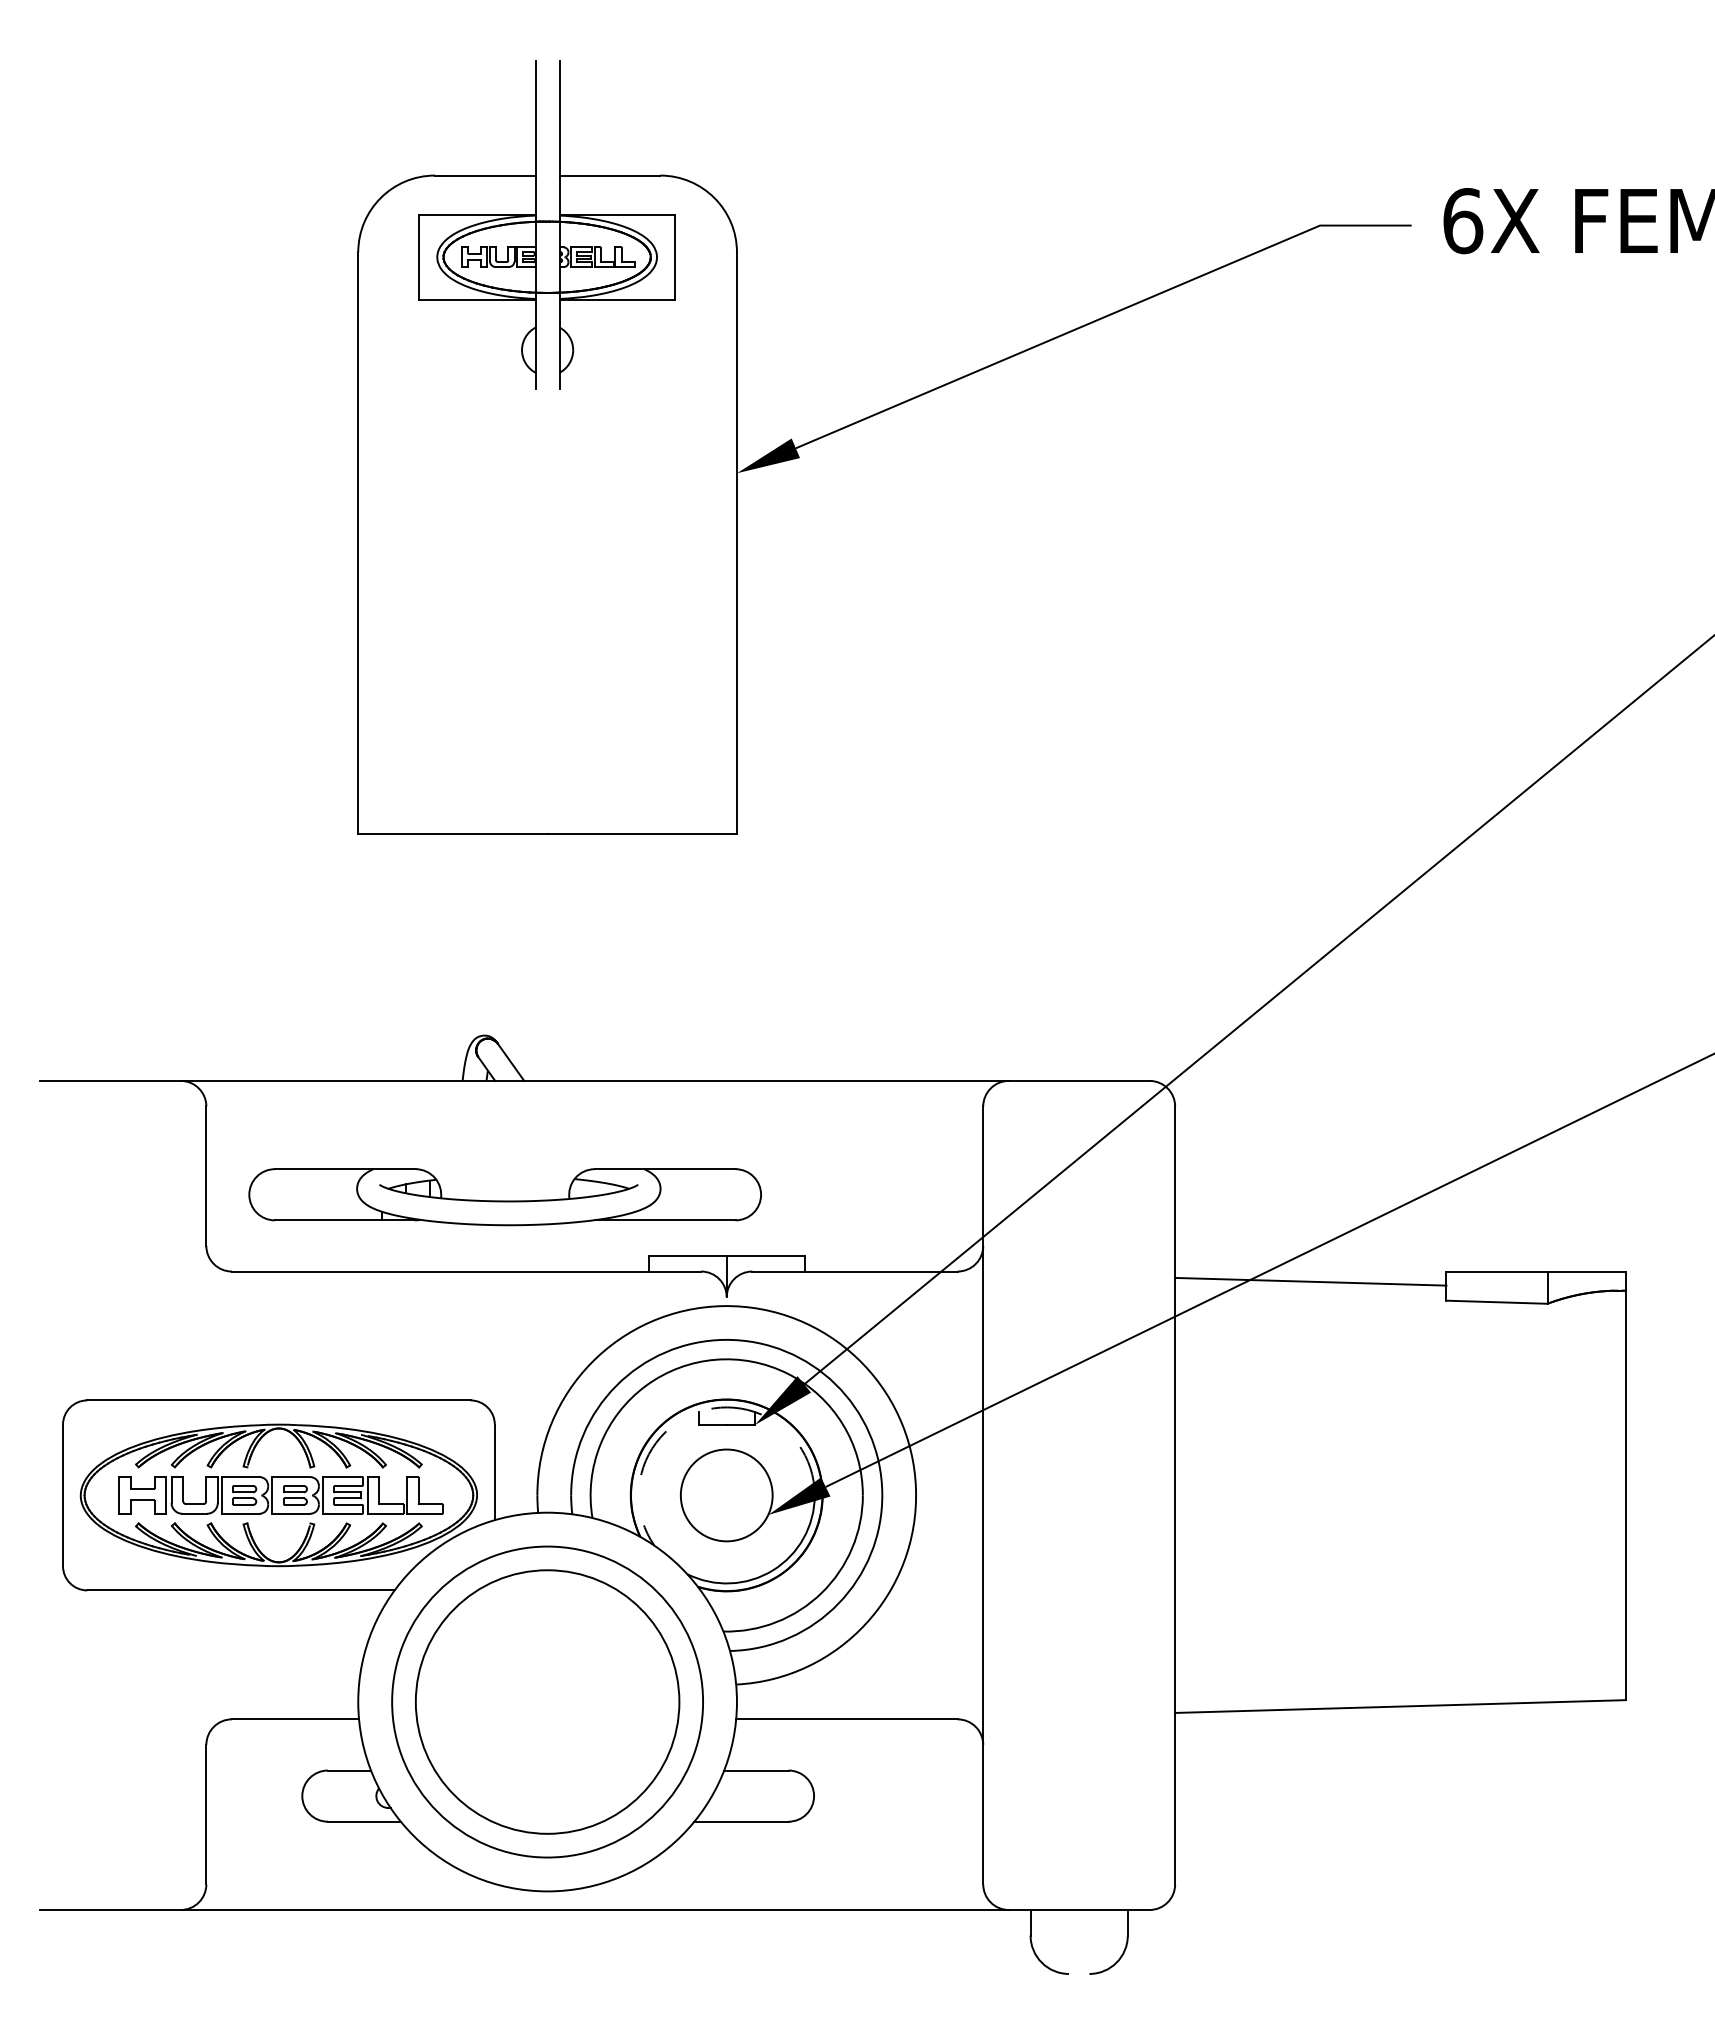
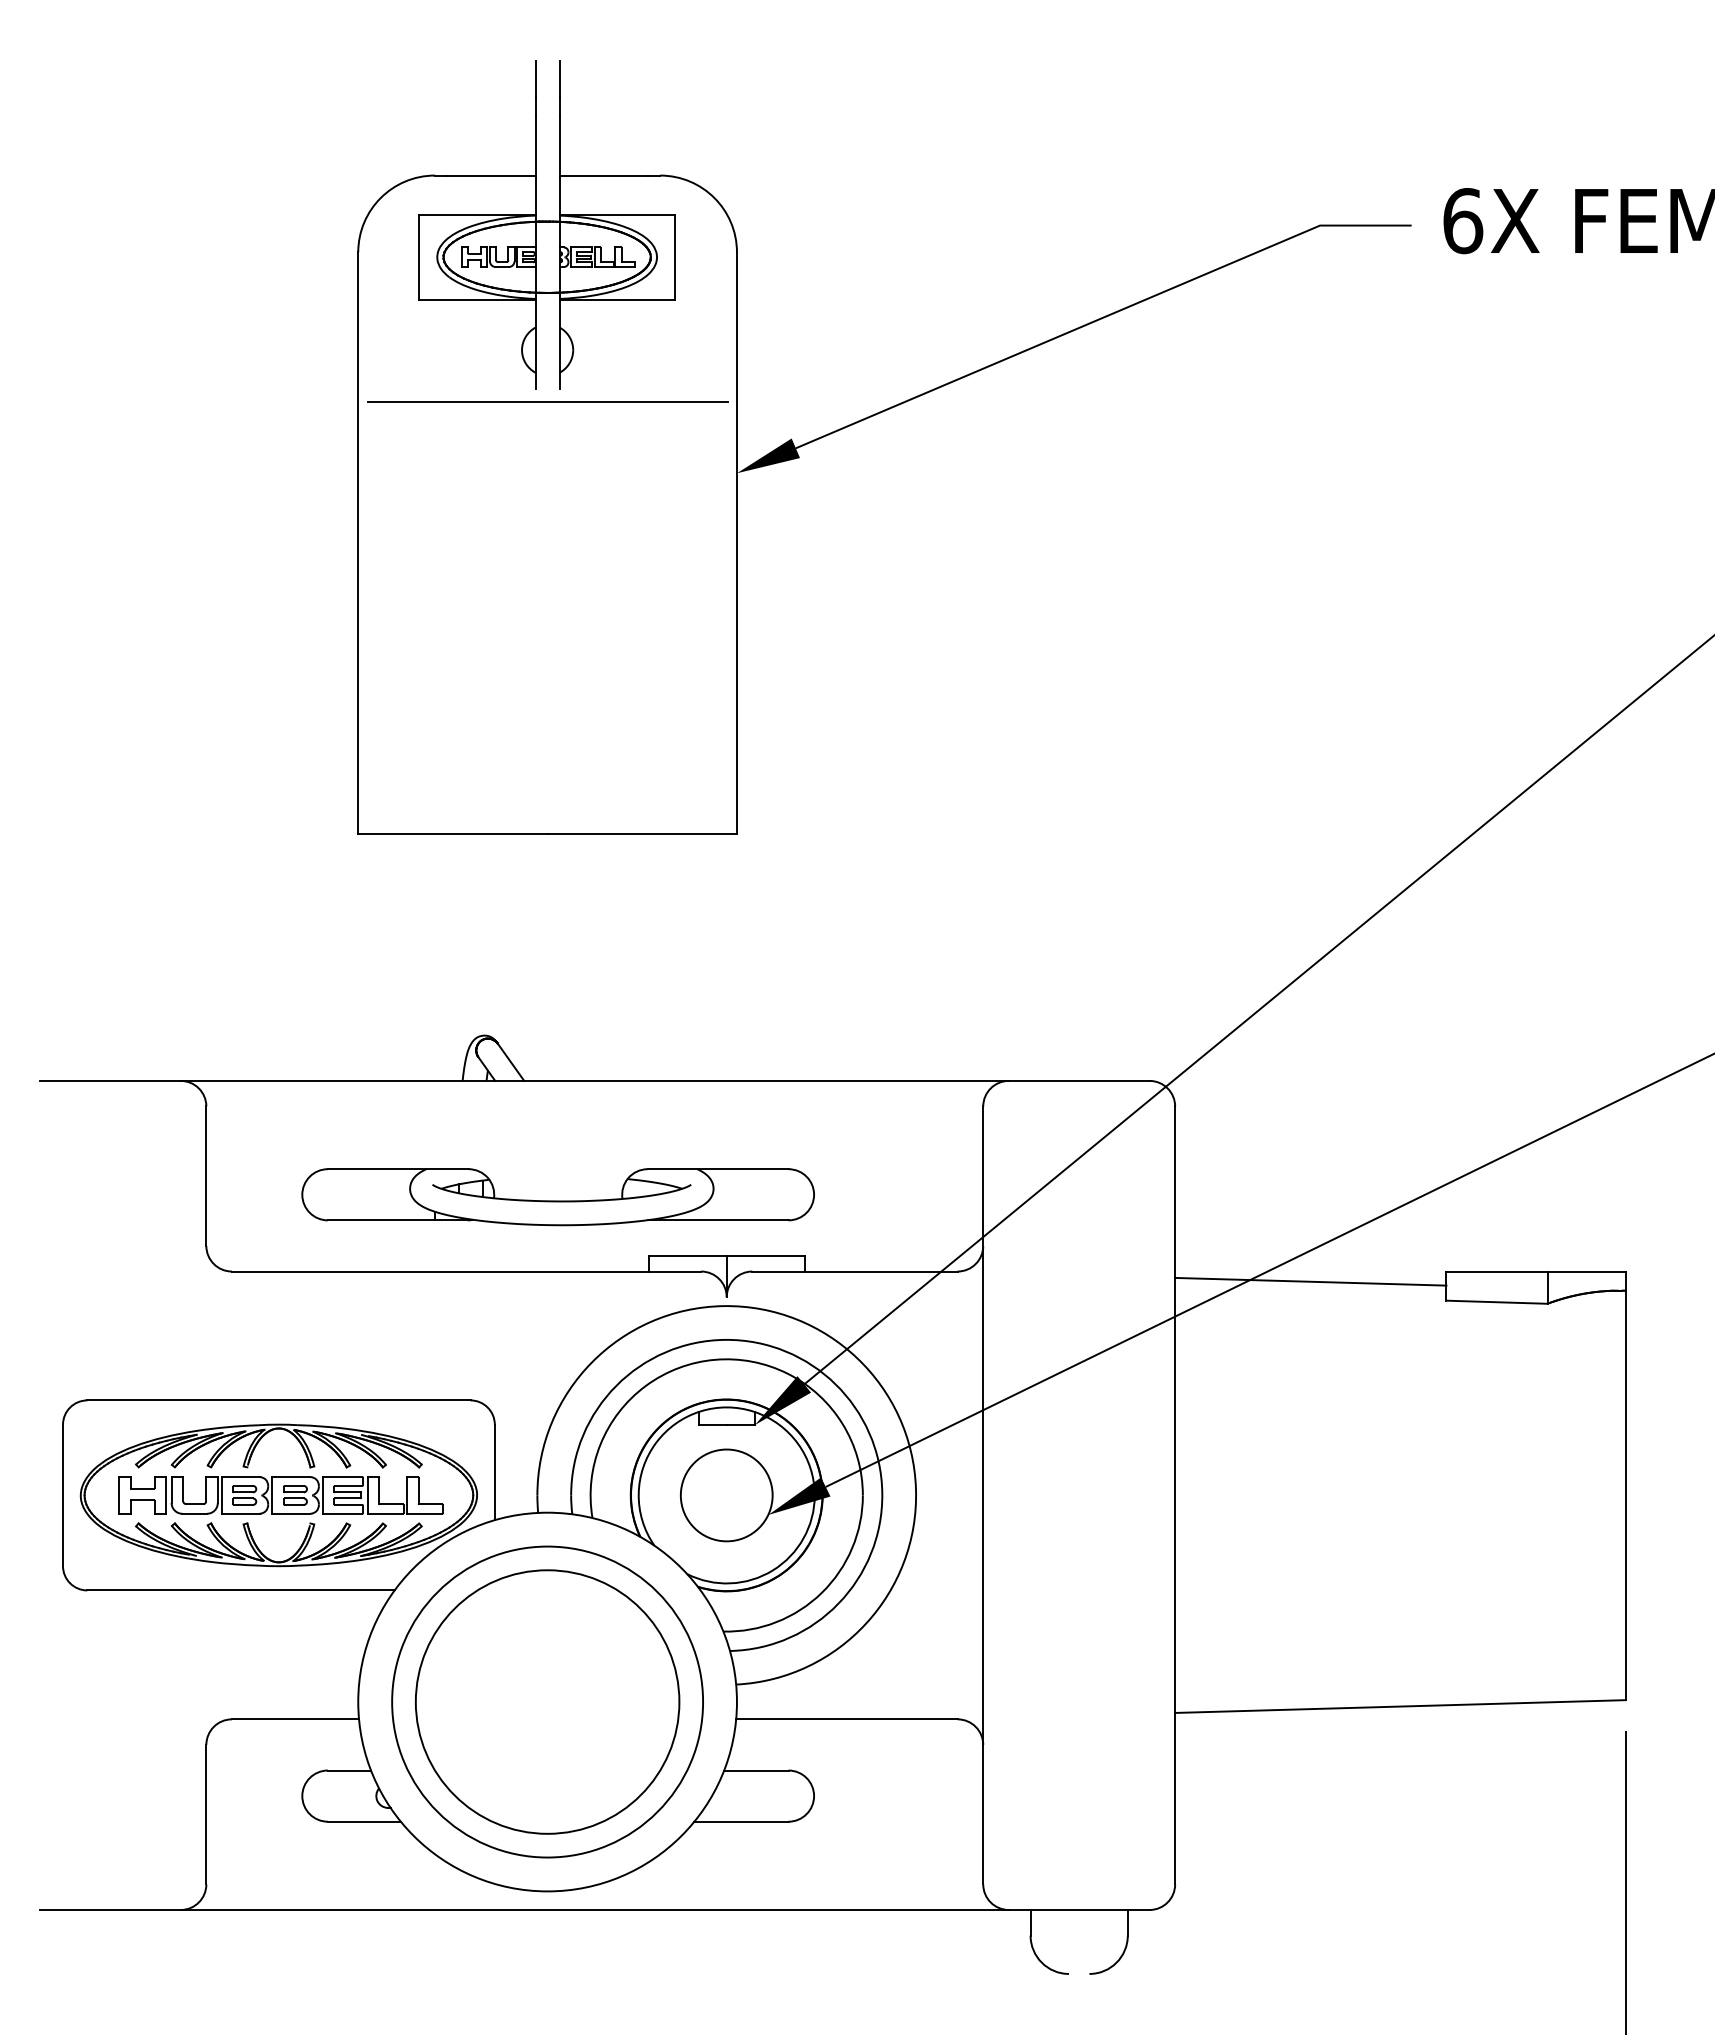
line at (547, 402): none -> present
part at (504, 1197) position: (504, 1197) -> (557, 1197)
arc at (700, 1411): dashed -> solid
line at (1625, 1881): none -> present
